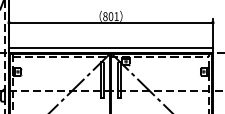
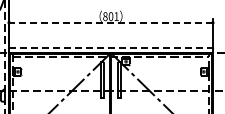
line at (111, 22): solid -> dashed
line at (111, 48): solid -> dashed
